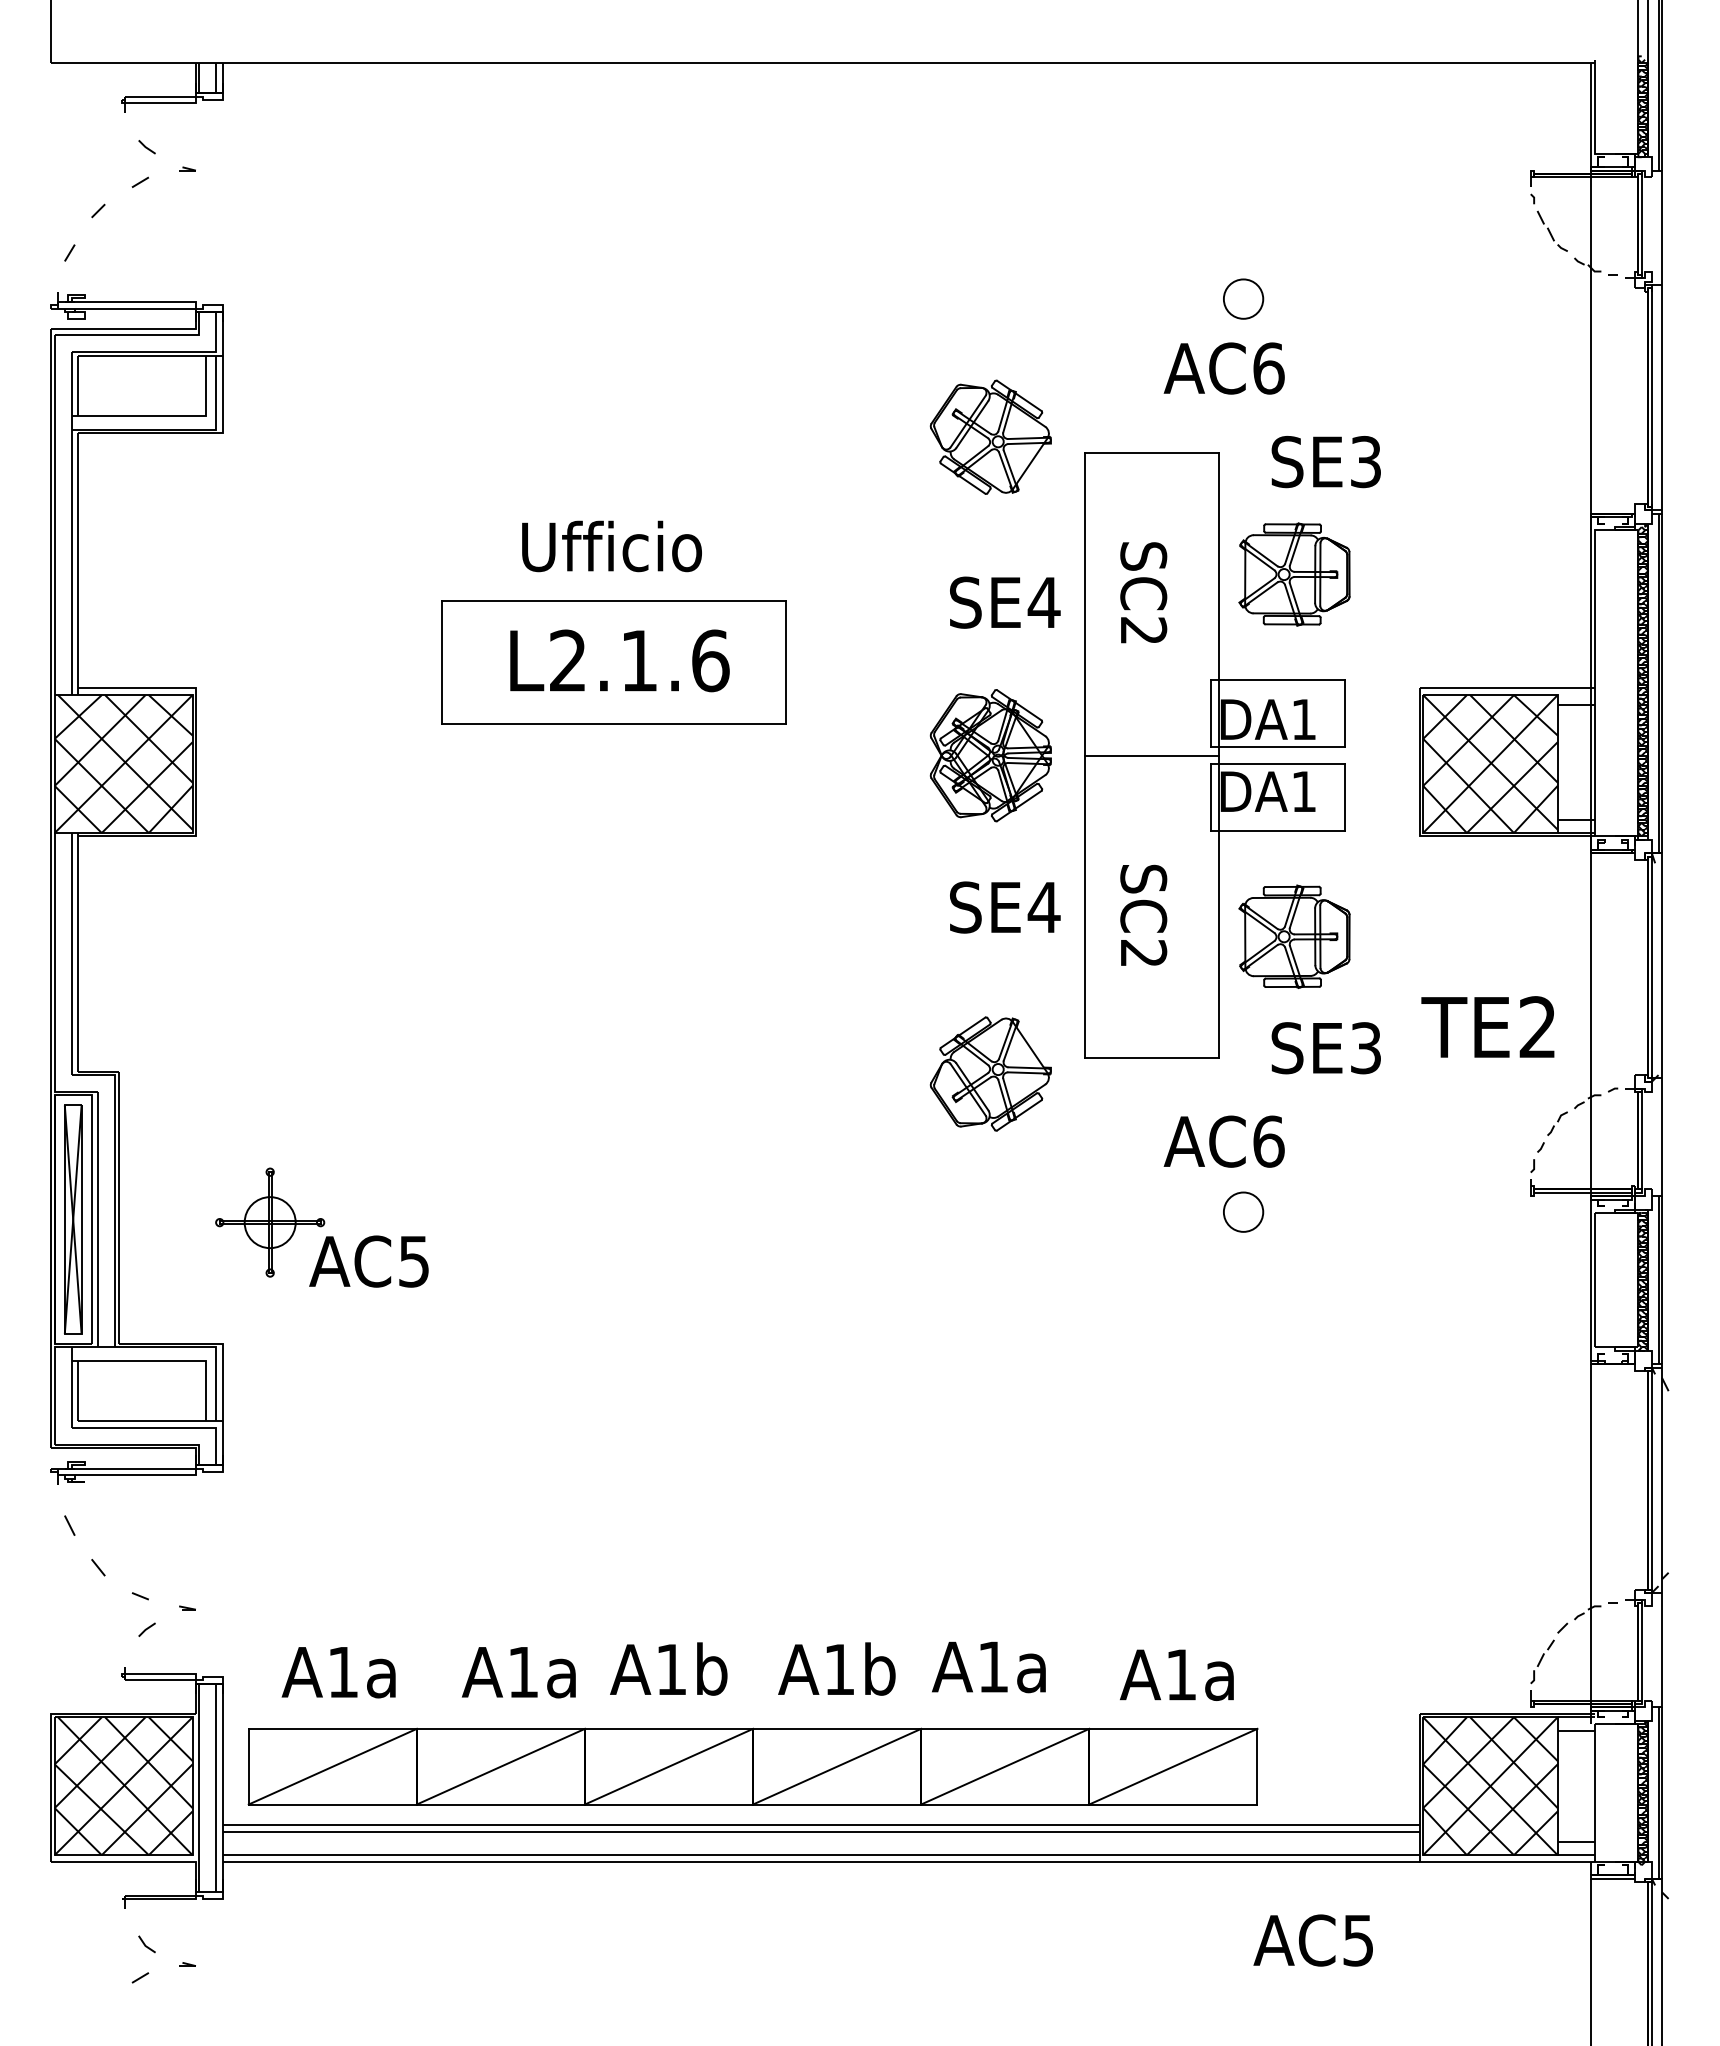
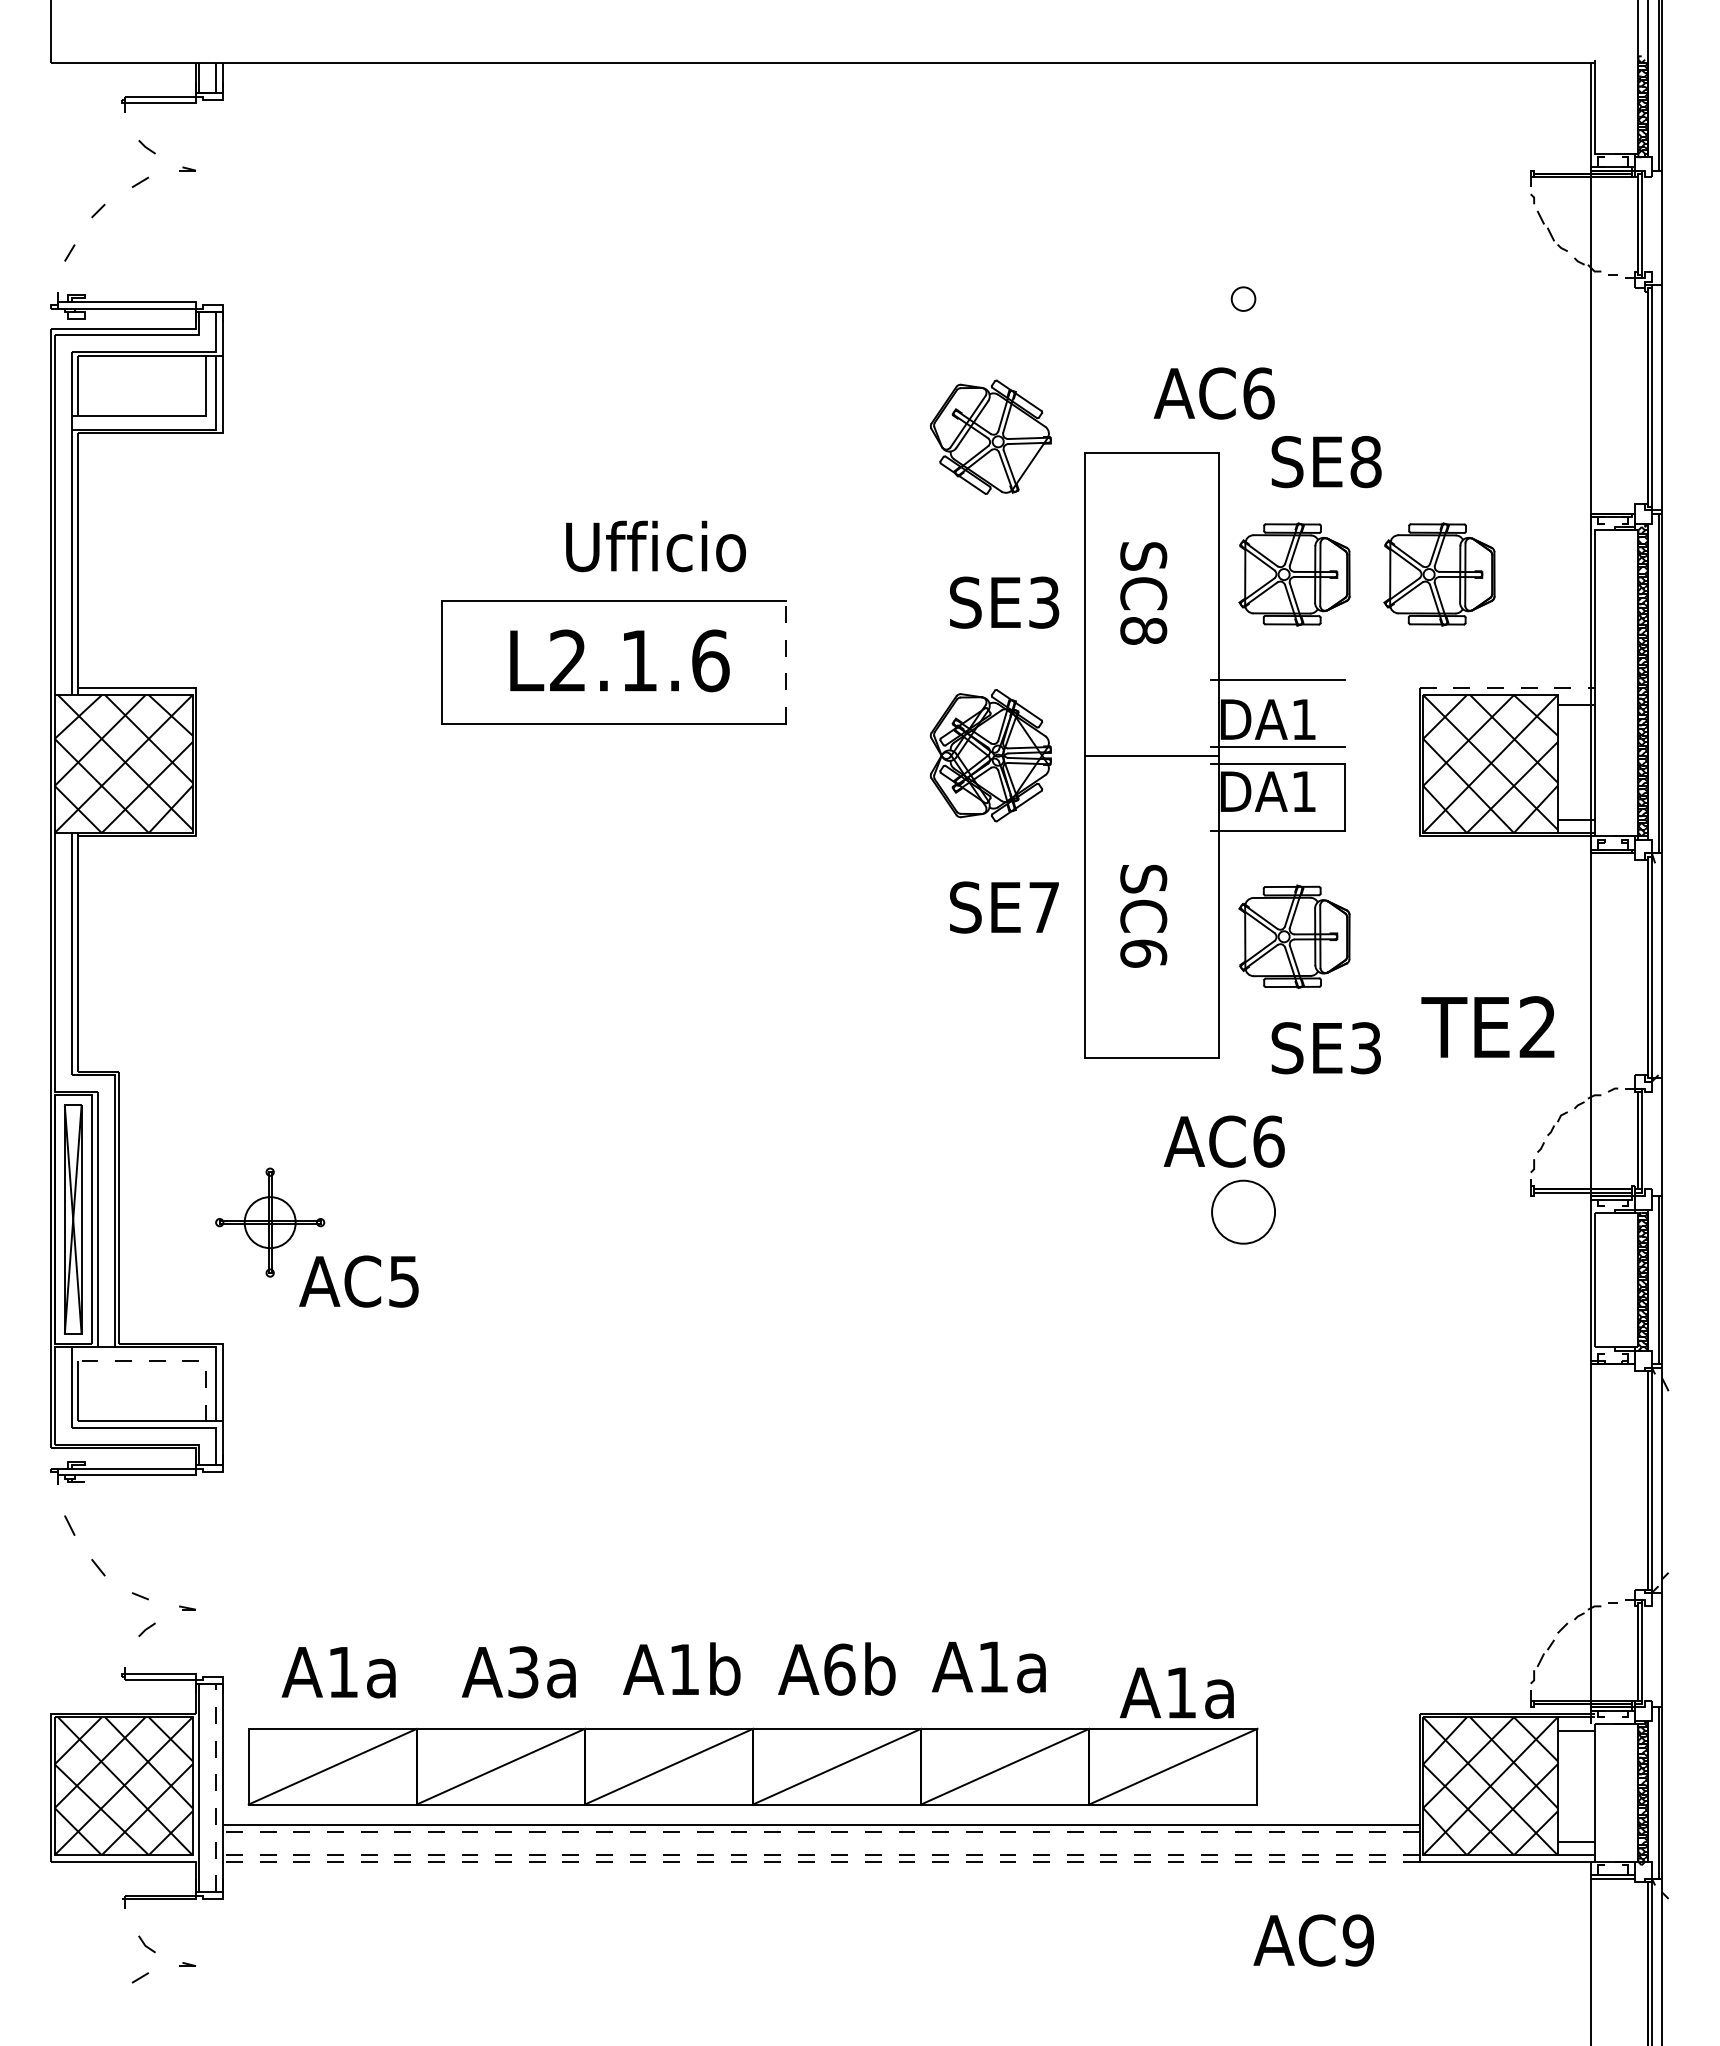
circle at (1243, 298) diameter: 39 px -> 24 px
text at (1223, 368) position: (1223, 368) -> (1213, 393)
text at (1365, 462): SE3 -> SE8
text at (611, 546) position: (611, 546) -> (655, 546)
part at (1439, 574): none -> present
text at (1043, 602): SE4 -> SE3
text at (1143, 630): SC2 -> SC8
line at (785, 661): solid -> dashed
line at (1507, 688): solid -> dashed
line at (1210, 713): present -> none
line at (1345, 713): present -> none
line at (1210, 797): present -> none
text at (1043, 907): SE4 -> SE7
text at (1143, 953): SC2 -> SC6
part at (990, 1073): present -> none
circle at (1243, 1211) diameter: 39 px -> 63 px
text at (368, 1261) position: (368, 1261) -> (358, 1281)
line at (169, 1360): solid -> dashed
text at (668, 1668) position: (668, 1668) -> (681, 1668)
text at (839, 1669): A1b -> A6b
text at (523, 1672): A1a -> A3a
text at (1176, 1674) position: (1176, 1674) -> (1176, 1692)
line at (216, 1787): solid -> dashed
line at (820, 1831): solid -> dashed
line at (820, 1855): solid -> dashed
line at (820, 1861): solid -> dashed
text at (1357, 1940): AC5 -> AC9
